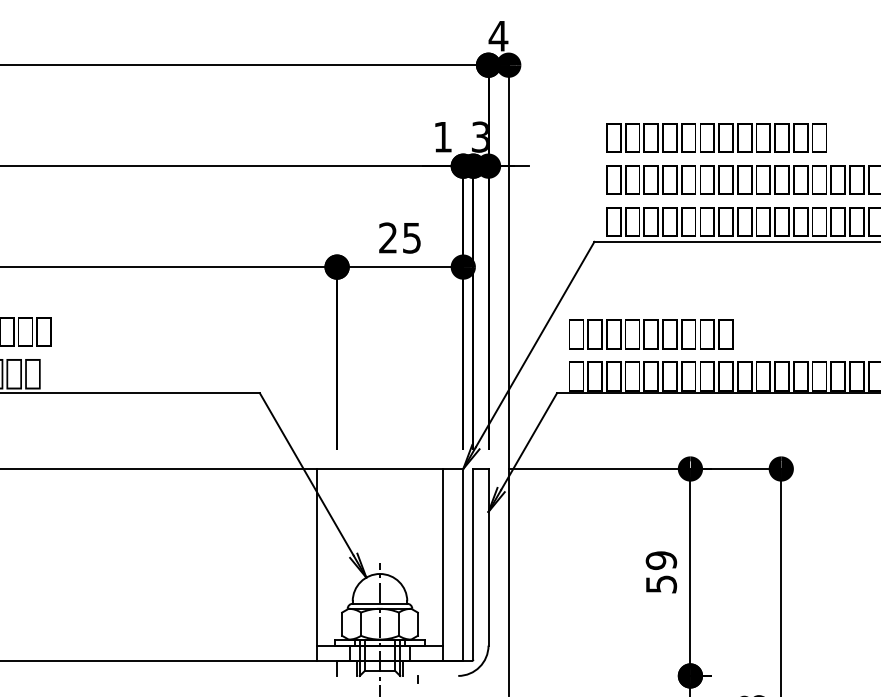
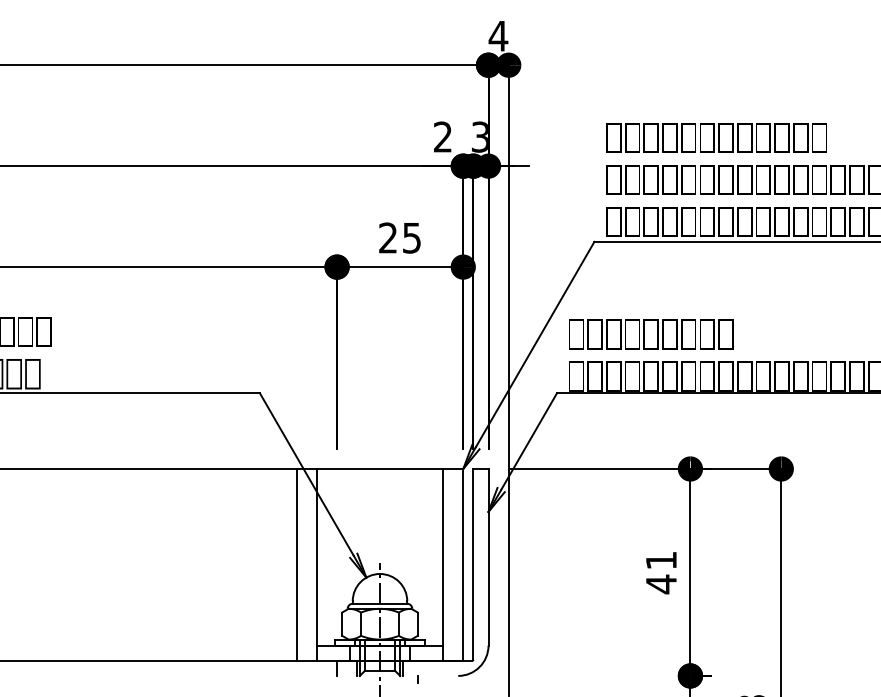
text at (442, 136): 1 -> 2
line at (296, 564): none -> present
text at (661, 572): 59 -> 41
